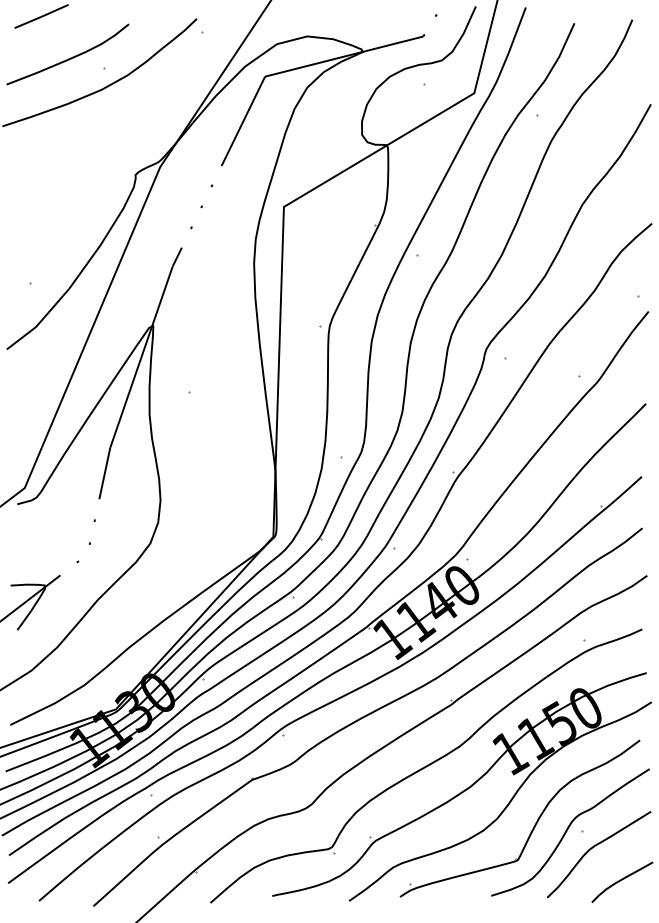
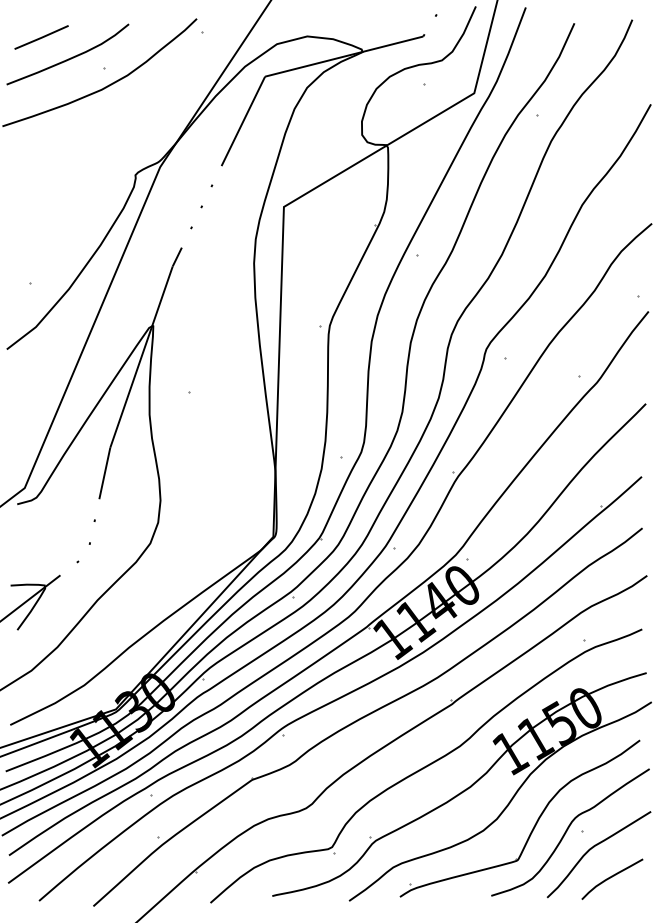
line at (41, 16) position: (41, 16) -> (41, 37)
curve at (622, 880) position: (622, 880) -> (612, 877)
